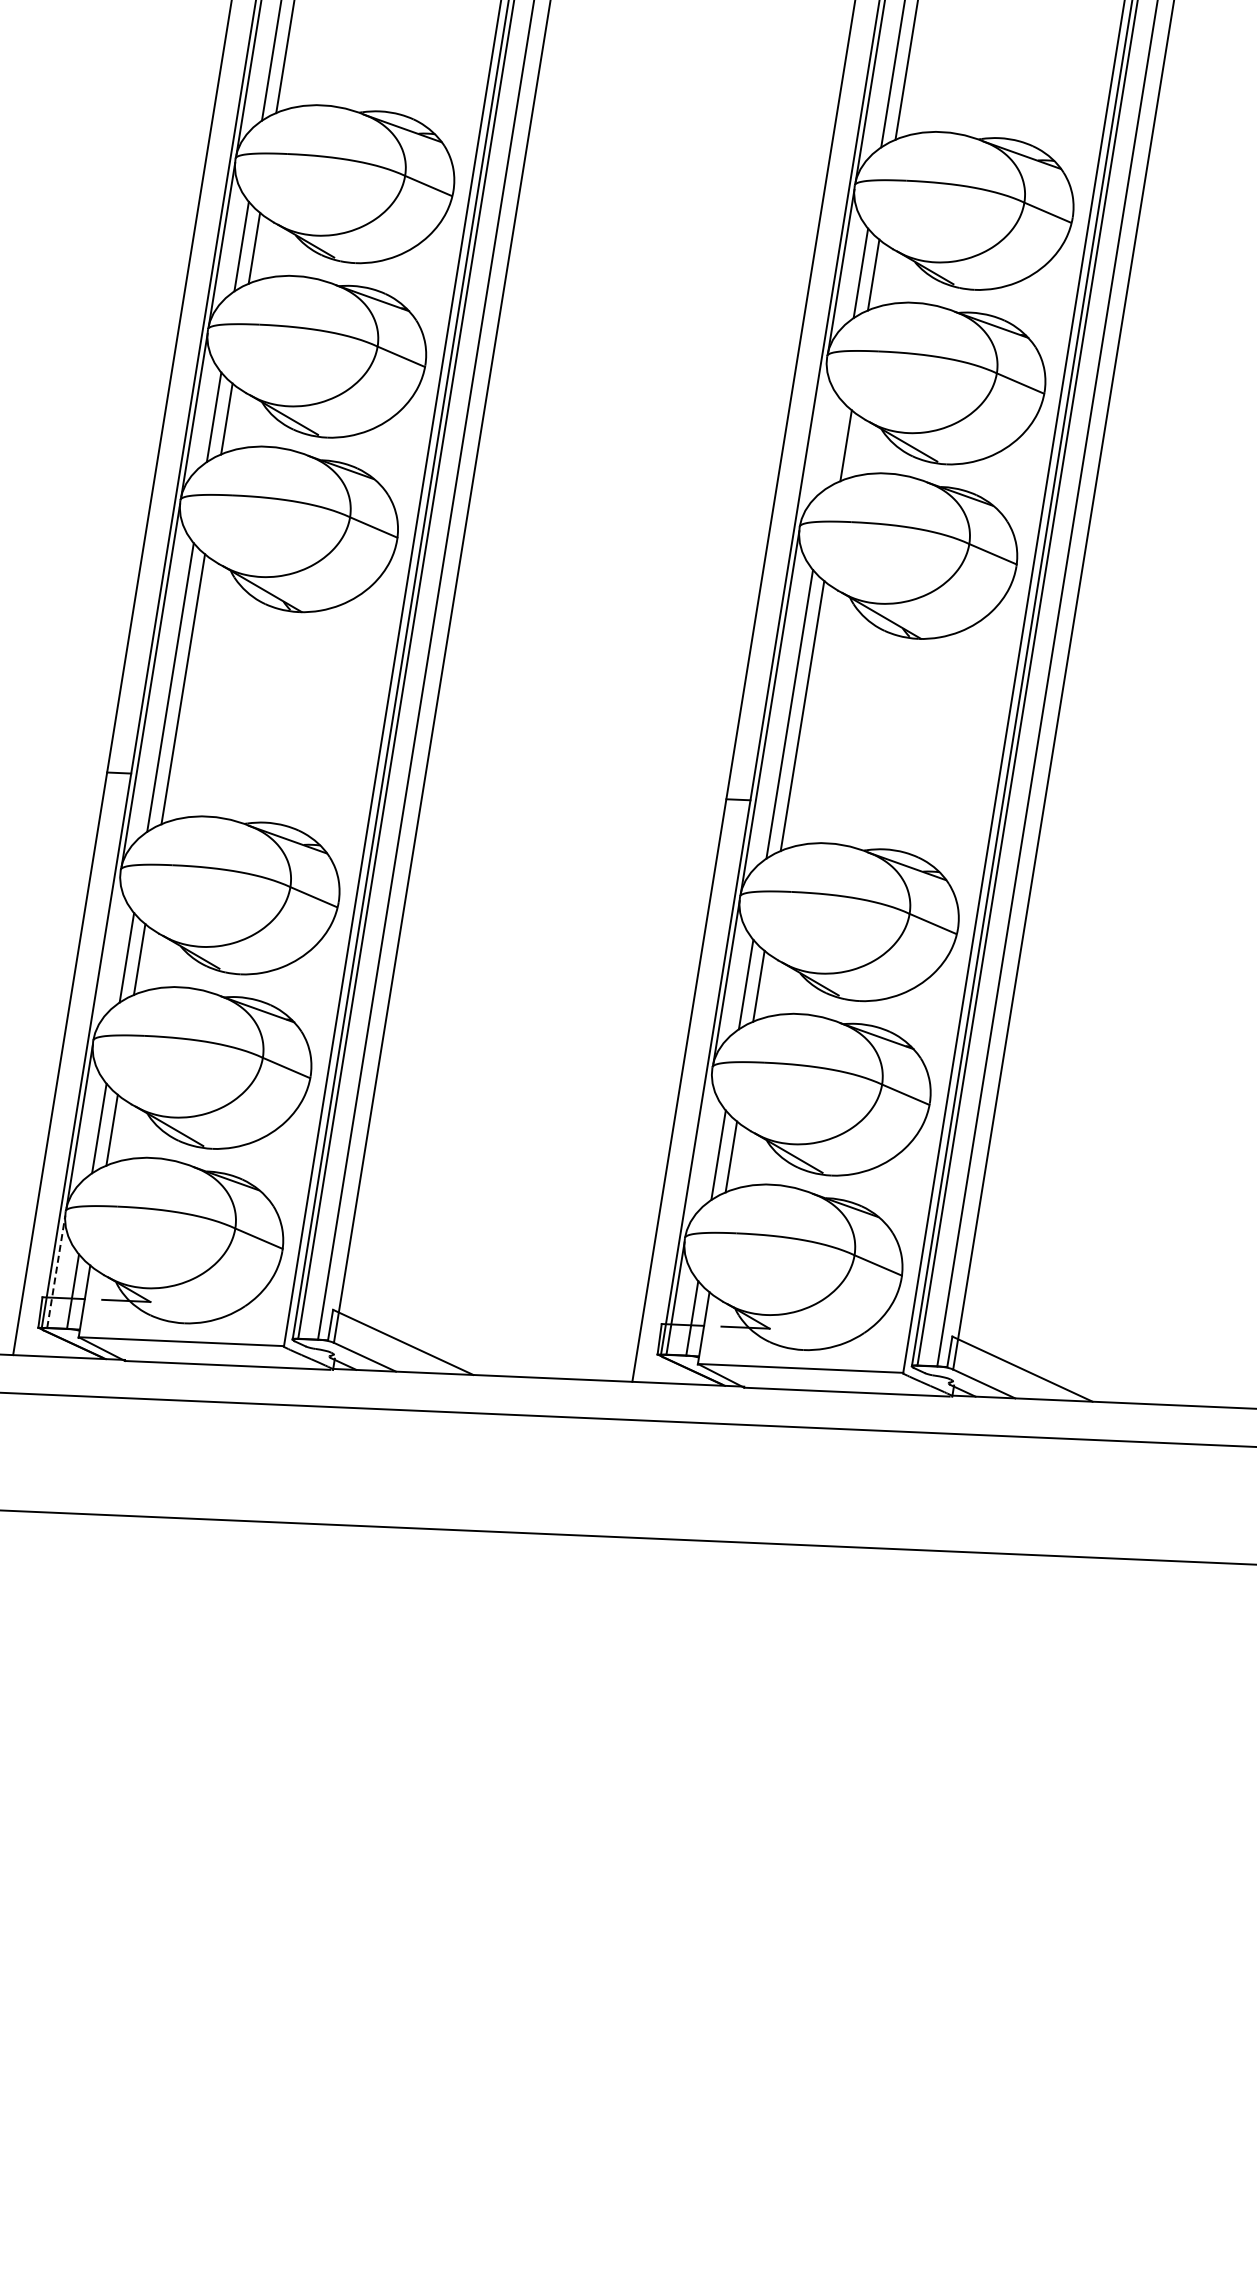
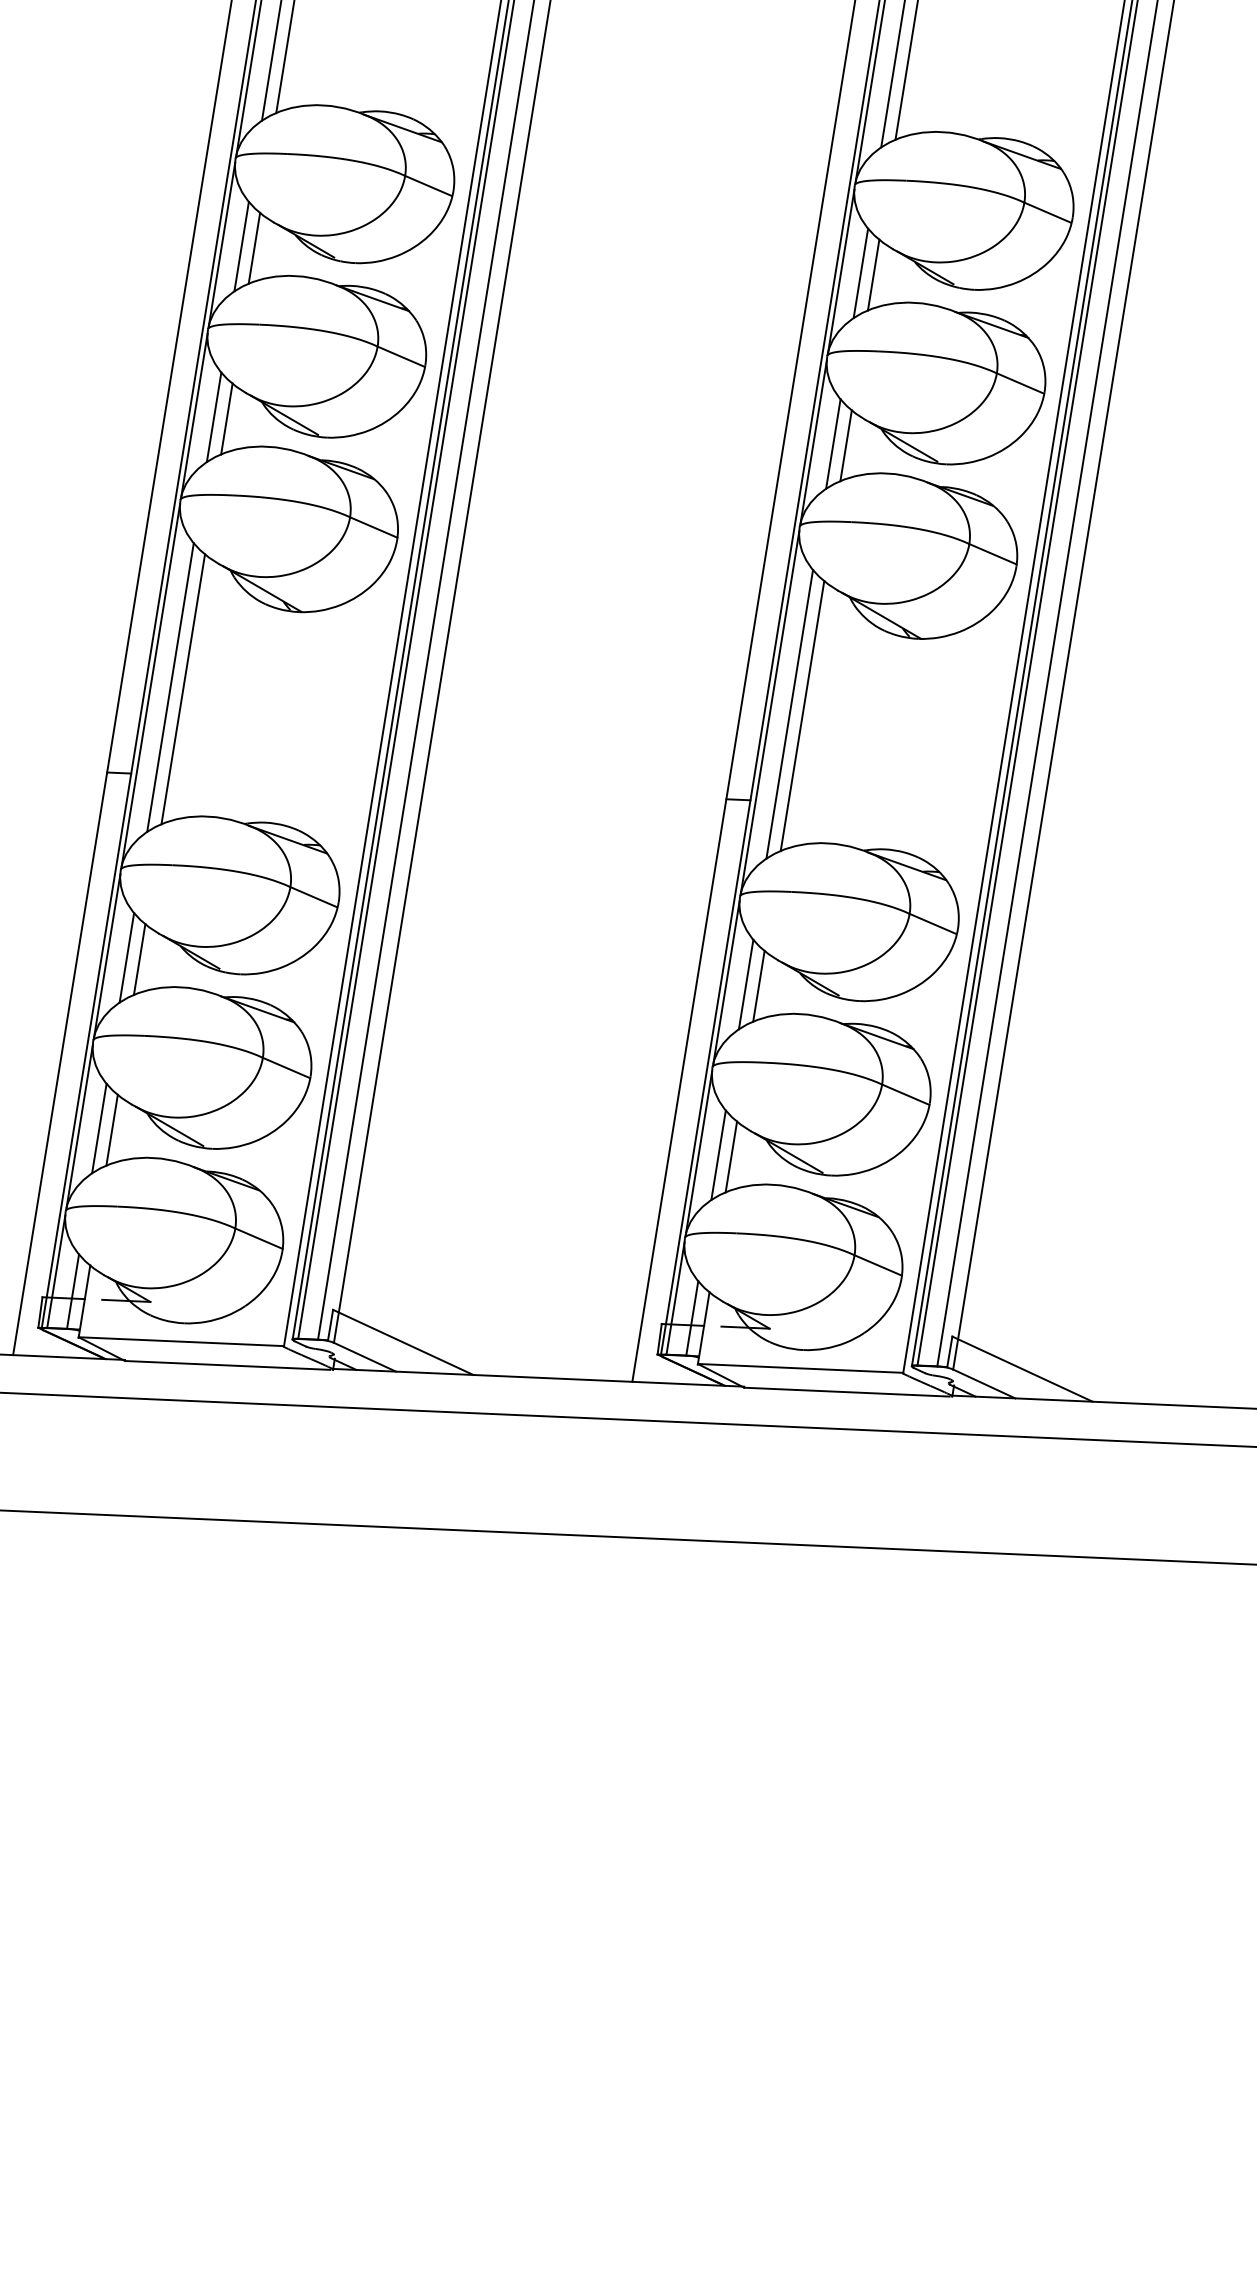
line at (813, 441): none -> present
line at (833, 443): none -> present
line at (107, 955): none -> present
line at (698, 1152): none -> present
line at (56, 1271): dashed -> solid
